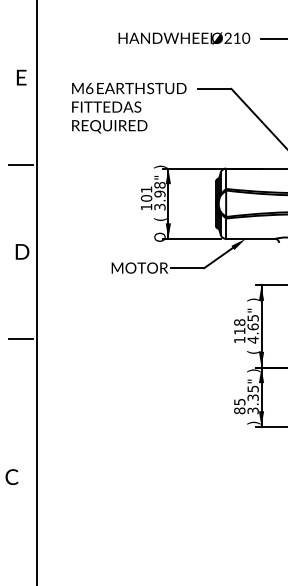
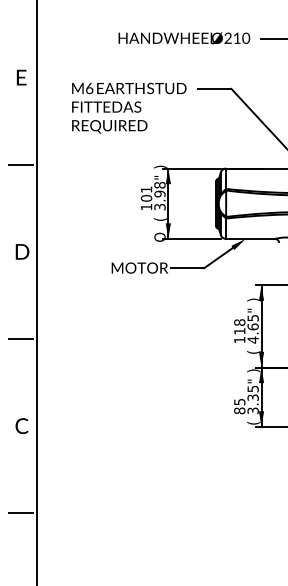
text at (253, 422): ) -> (
text at (11, 476) position: (11, 476) -> (21, 425)
line at (20, 513): none -> present
